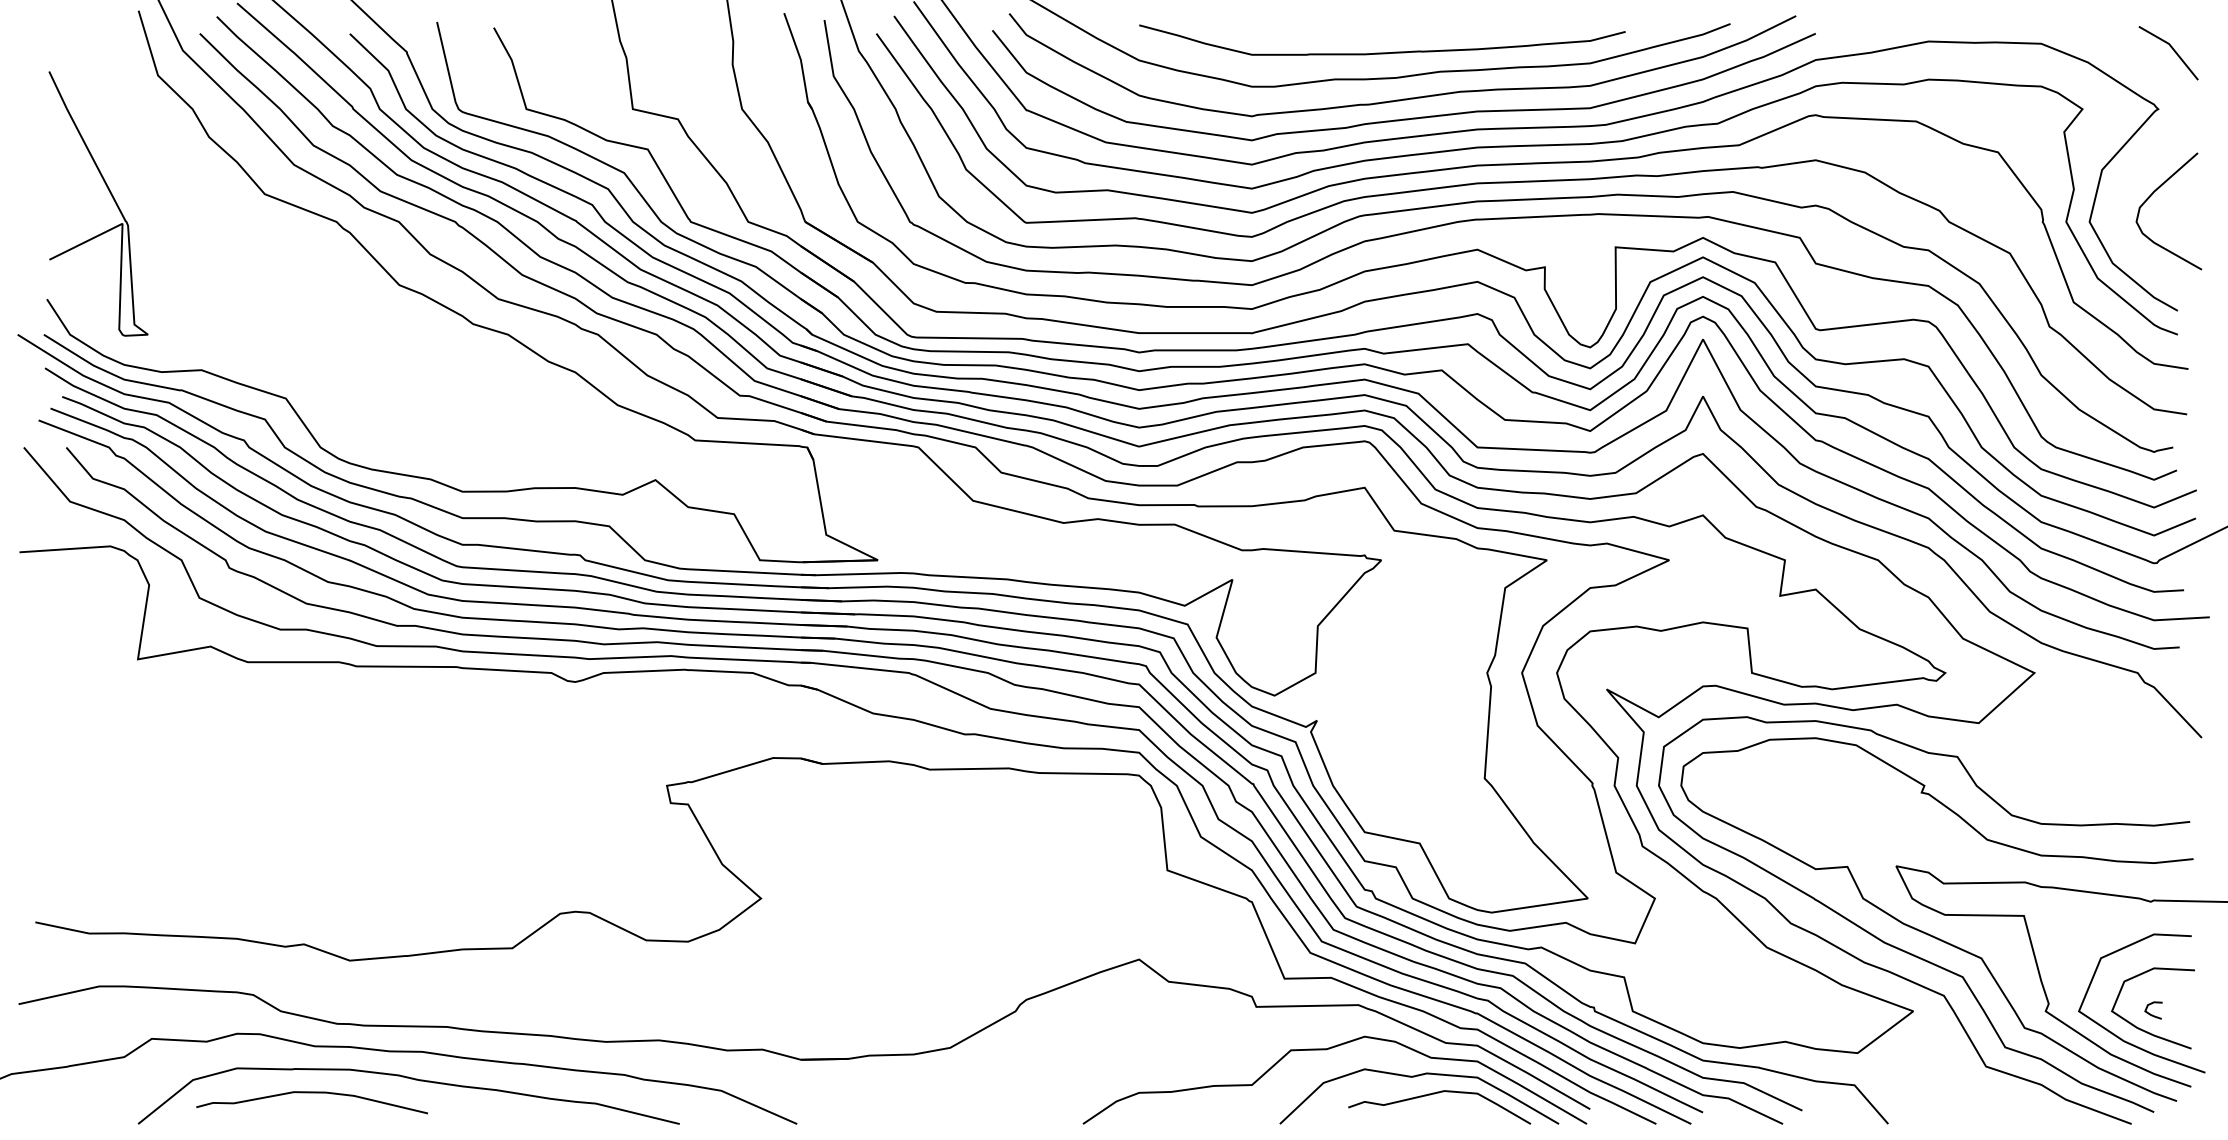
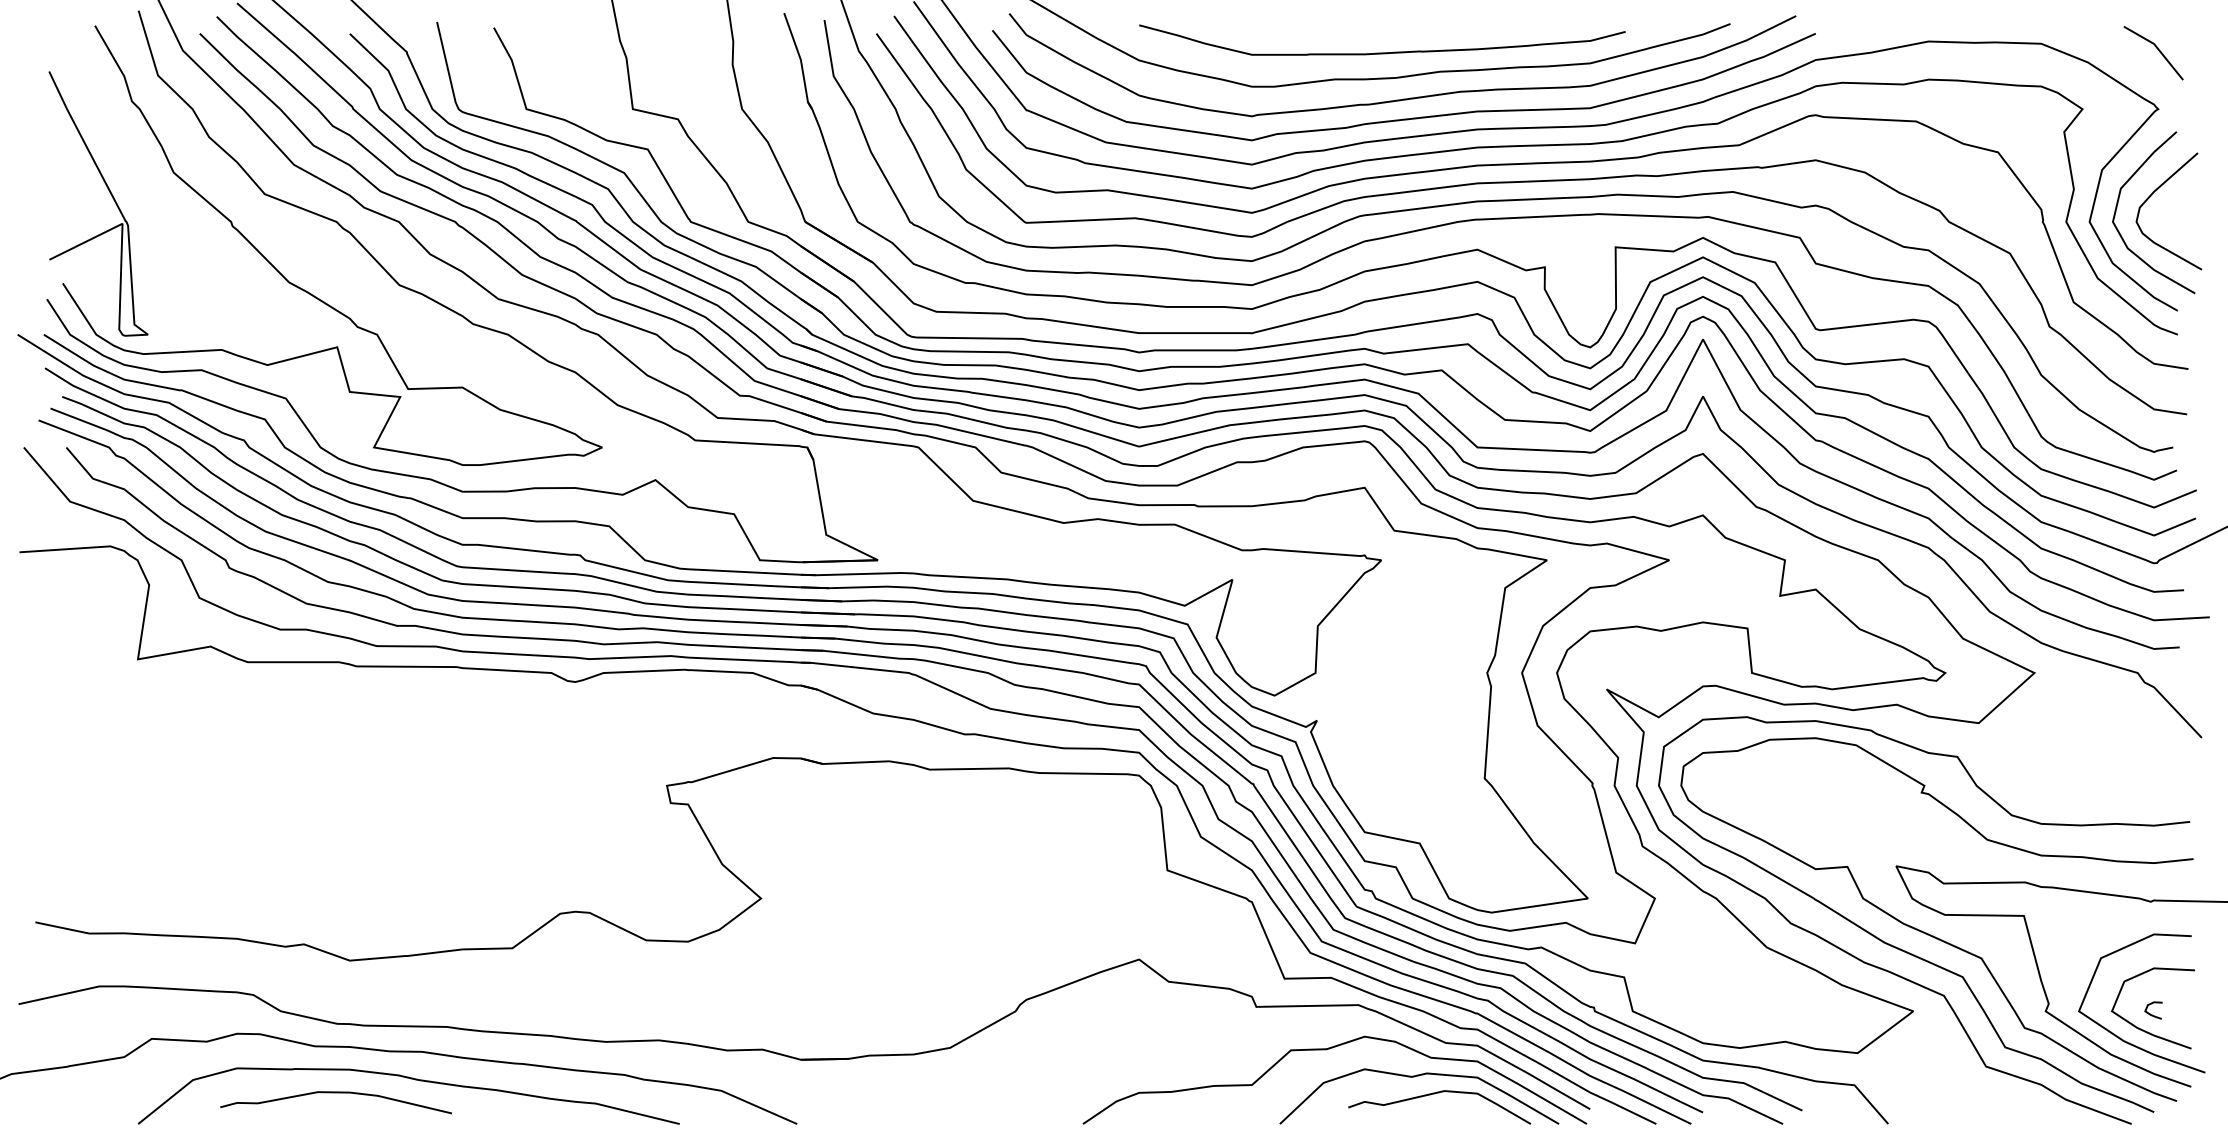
line at (2173, 51) position: (2173, 51) -> (2158, 51)
curve at (2118, 203): none -> present
curve at (308, 291): none -> present
curve at (311, 1093) position: (311, 1093) -> (335, 1093)
